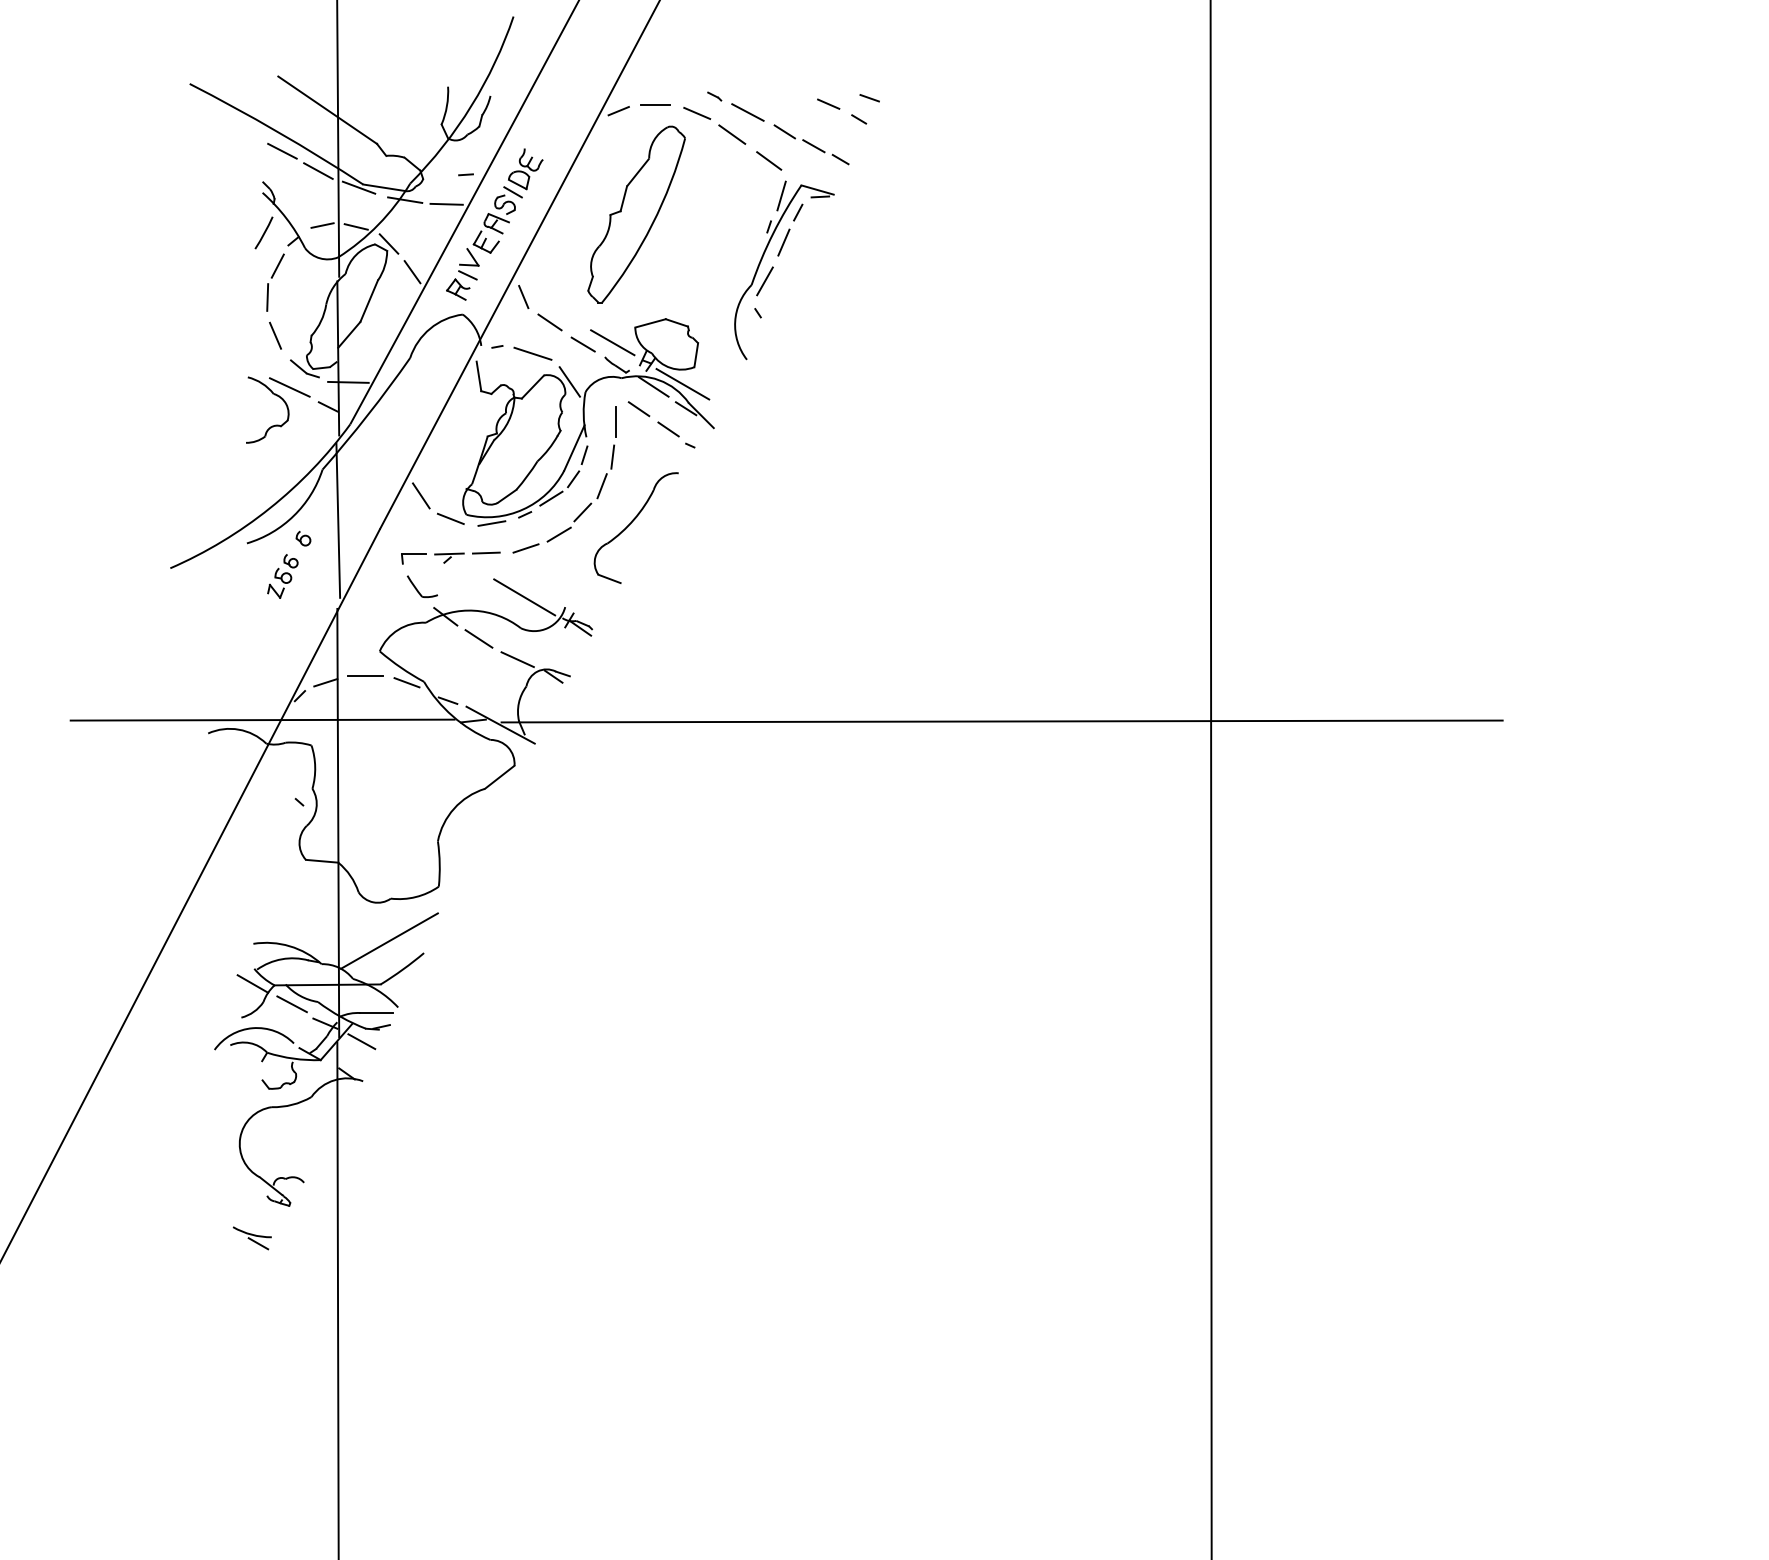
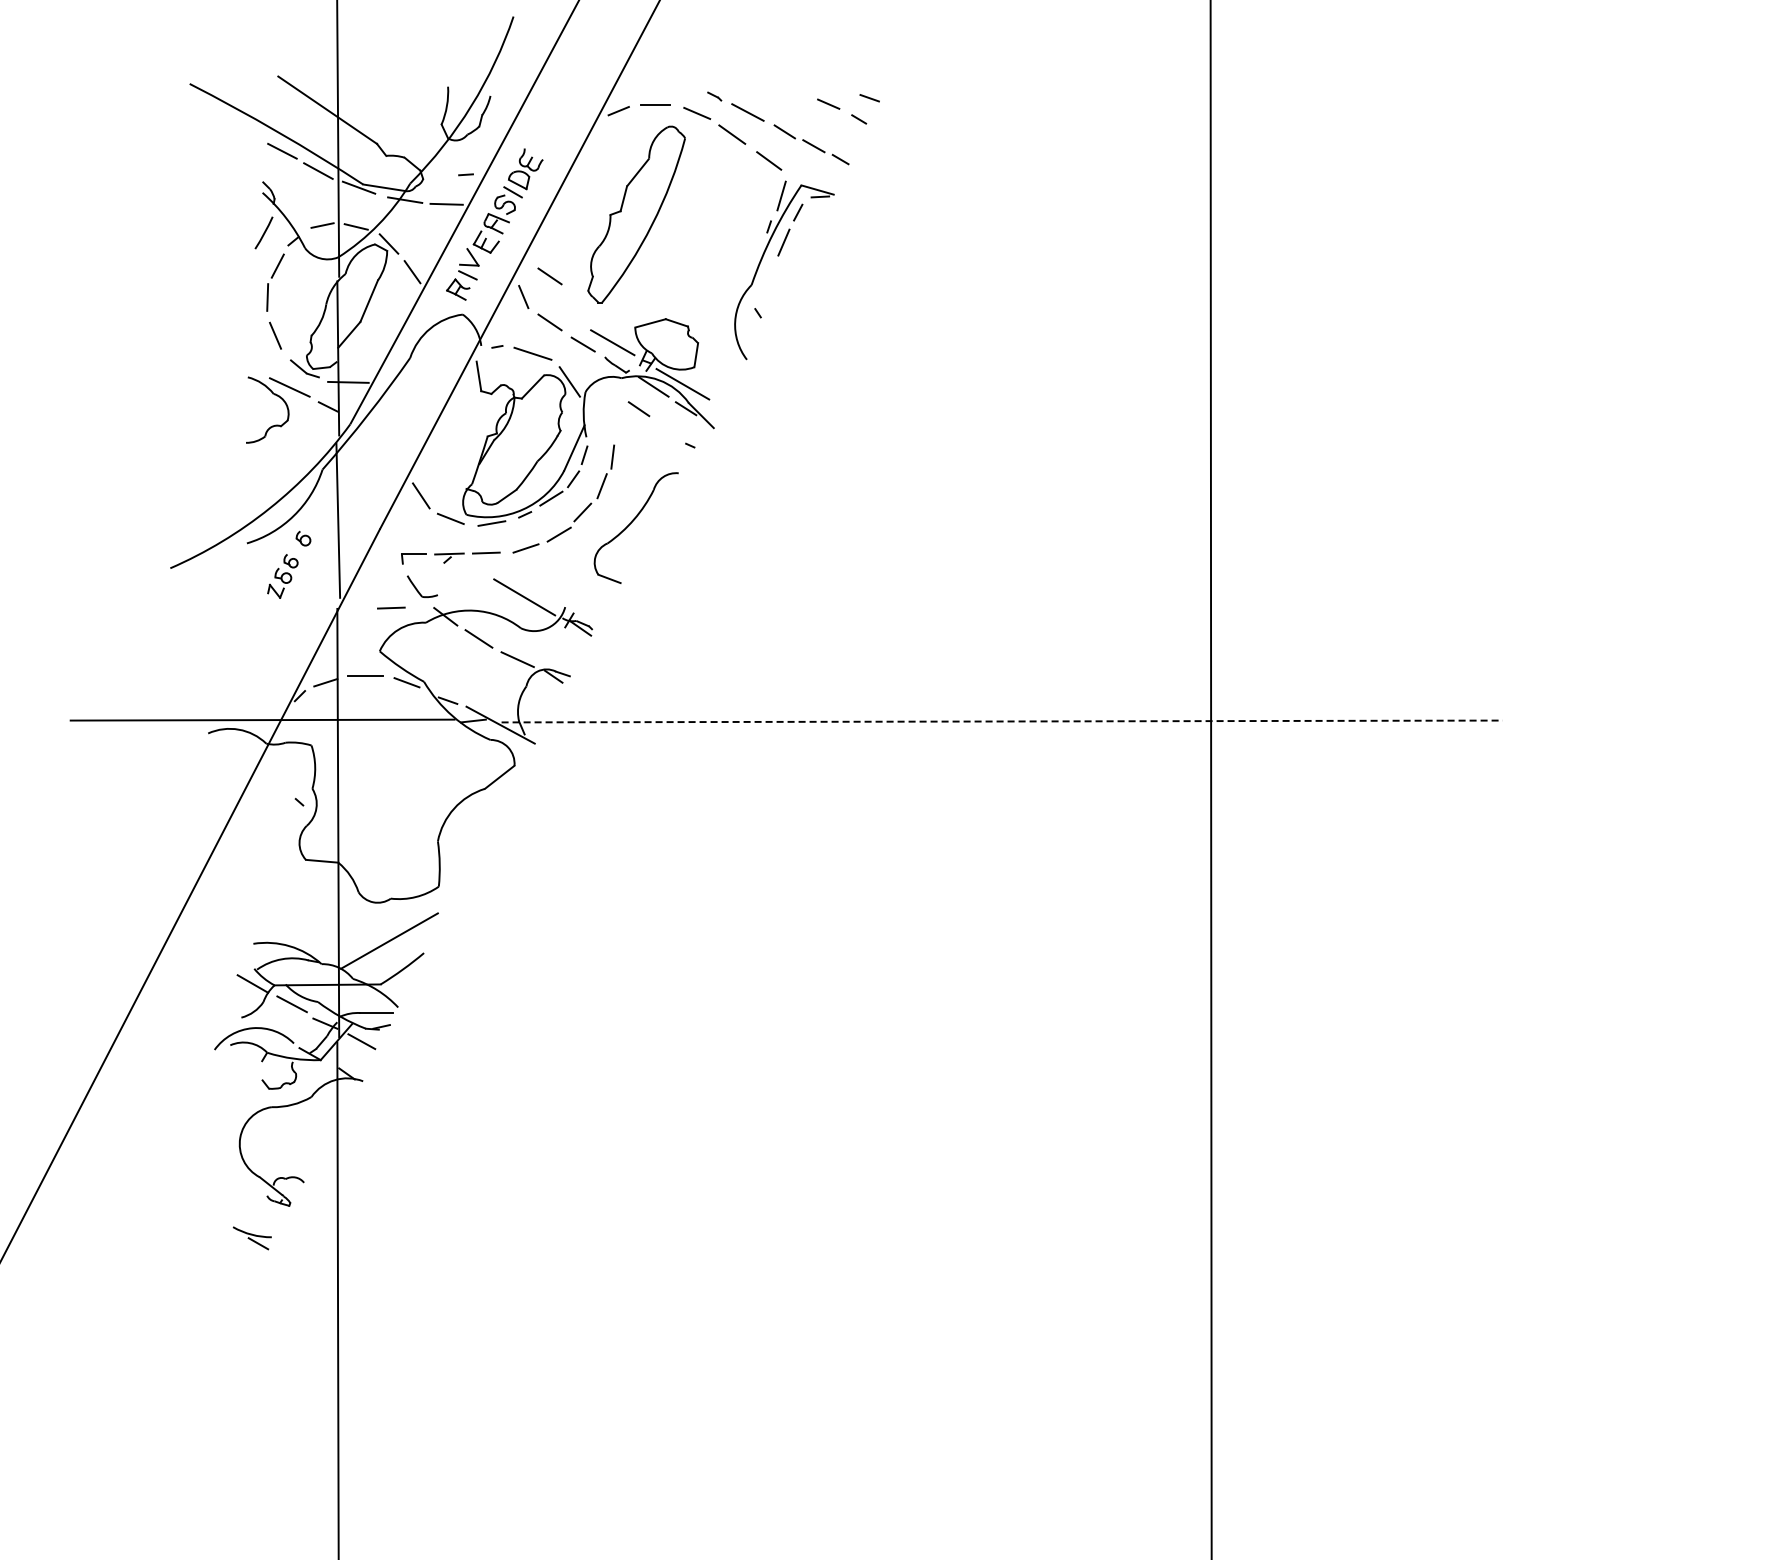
line at (549, 276): none -> present
line at (764, 281): present -> none
line at (616, 421): present -> none
line at (668, 429): present -> none
line at (391, 607): none -> present
line at (1002, 721): solid -> dashed
